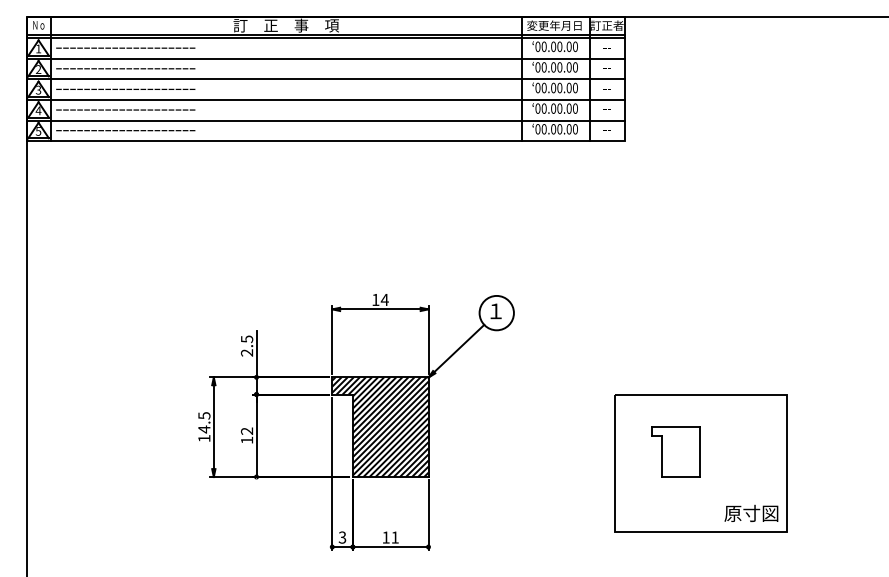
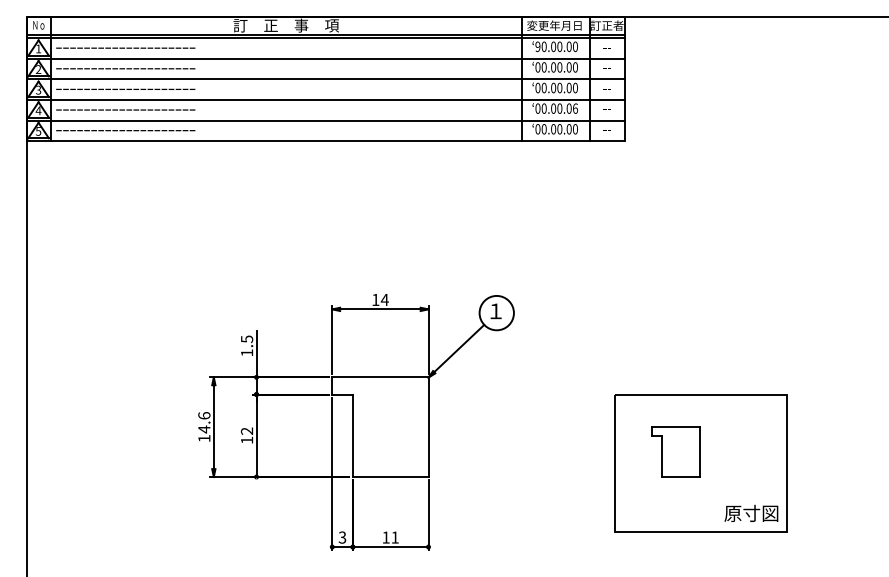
text at (537, 46): 00.00.00 -> 90.00.00
text at (575, 108): 00.00.00 -> 00.00.06
text at (246, 352): 2.5 -> 1.5
text at (204, 415): 14.5 -> 14.6
hatch at (380, 427): present -> none
